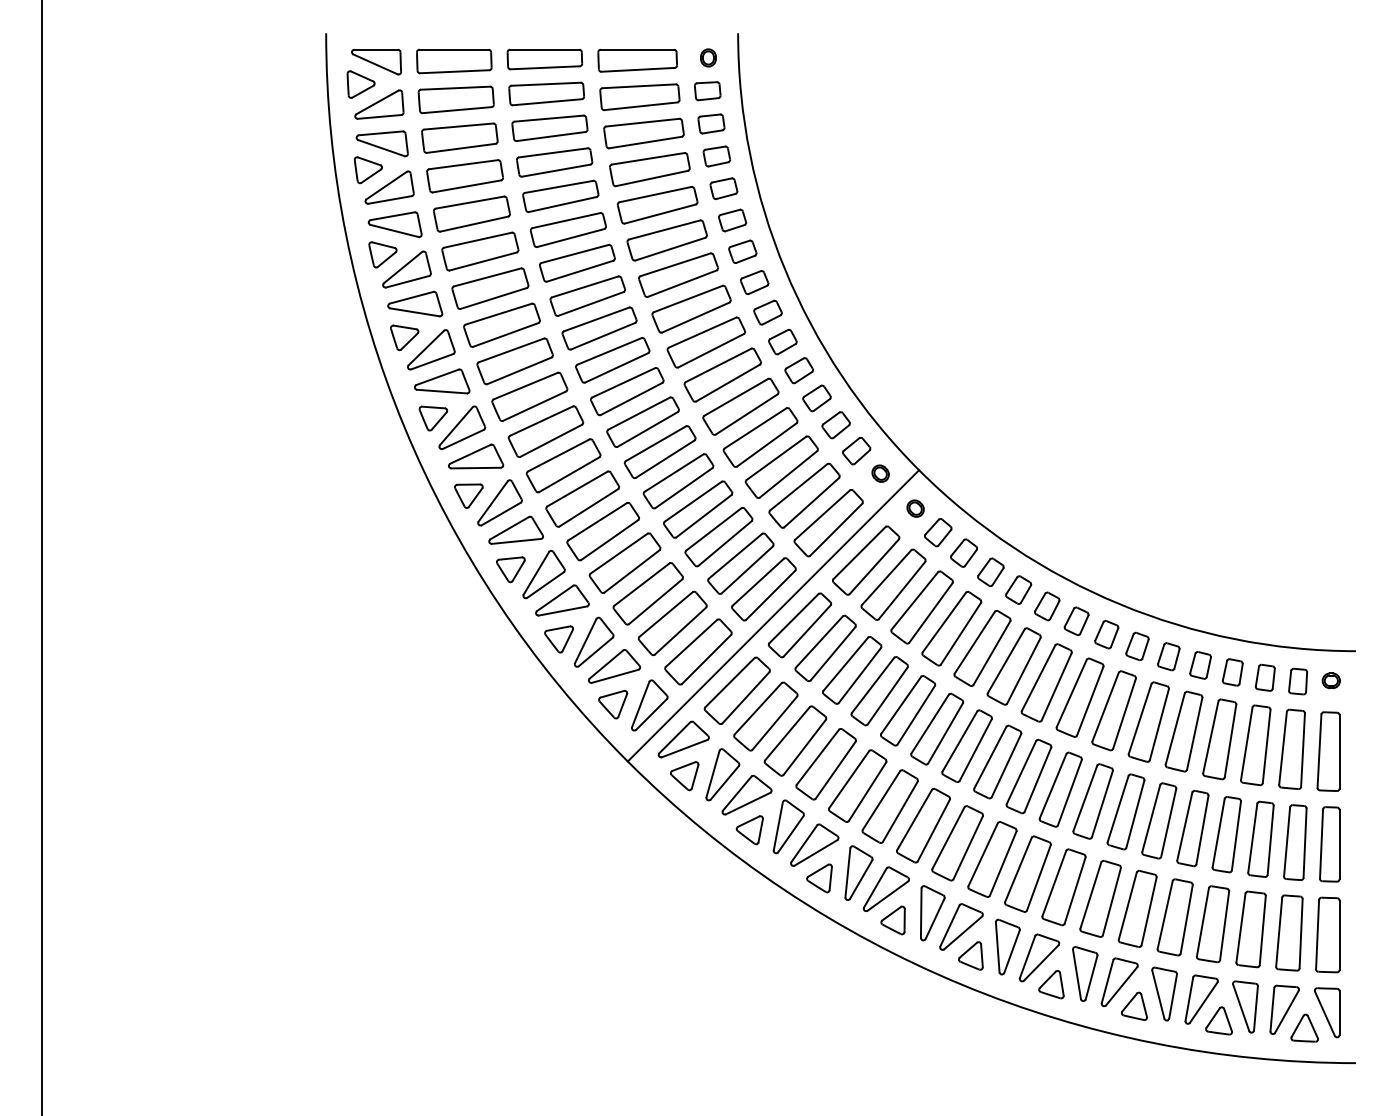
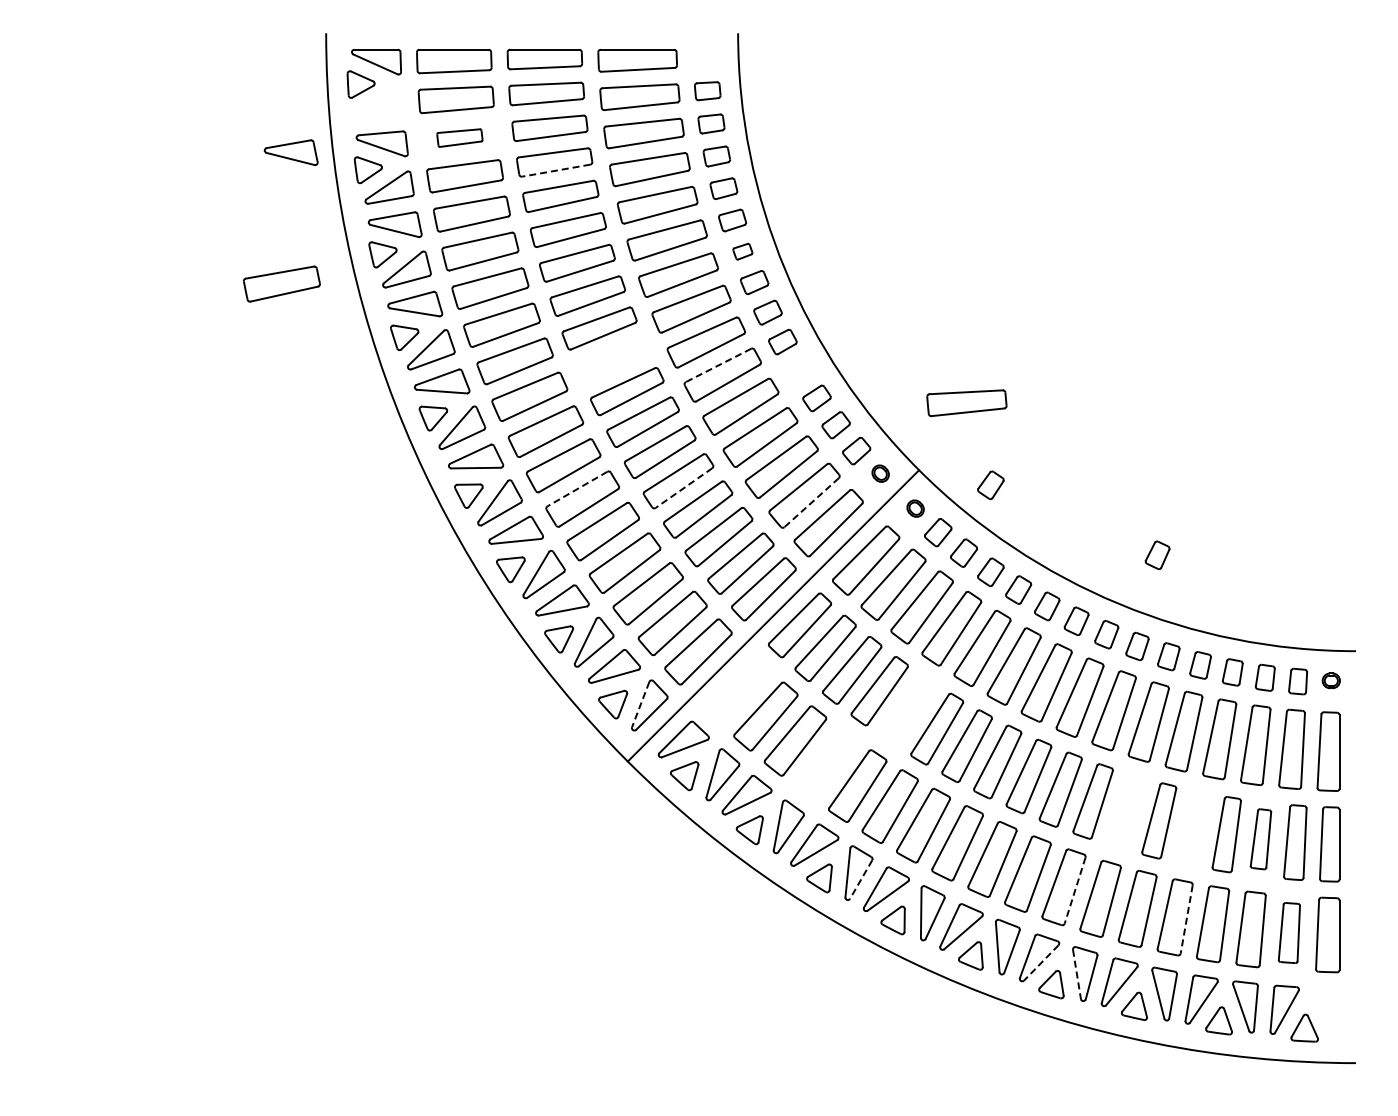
part at (708, 57): present -> none
part at (379, 104): present -> none
part at (459, 137) size: 78x32 px -> 48x20 px
part at (290, 152): none -> present
line at (556, 170): solid -> dashed
part at (742, 251) size: 30x25 px -> 22x19 px
part at (281, 283): none -> present
part at (612, 360): present -> none
line at (718, 365): solid -> dashed
part at (798, 370): present -> none
part at (966, 403): none -> present
part at (990, 485): none -> present
line at (684, 488): solid -> dashed
line at (577, 489): solid -> dashed
line at (811, 502): solid -> dashed
part at (1157, 554): none -> present
line at (41, 557): present -> none
part at (736, 690): present -> none
line at (640, 705): solid -> dashed
part at (908, 710): present -> none
part at (825, 764): present -> none
part at (1125, 811): present -> none
part at (1192, 828): present -> none
part at (1260, 838) size: 28x78 px -> 24x63 px
line at (860, 880): solid -> dashed
line at (1075, 890): solid -> dashed
line at (1186, 919): solid -> dashed
part at (1289, 932) size: 29x78 px -> 24x62 px
line at (1041, 962): solid -> dashed
line at (1076, 974): solid -> dashed
part at (1326, 1012): present -> none
